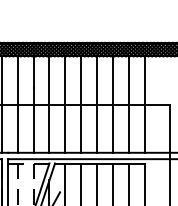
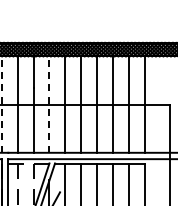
line at (1, 104): solid -> dashed
line at (49, 104): solid -> dashed
